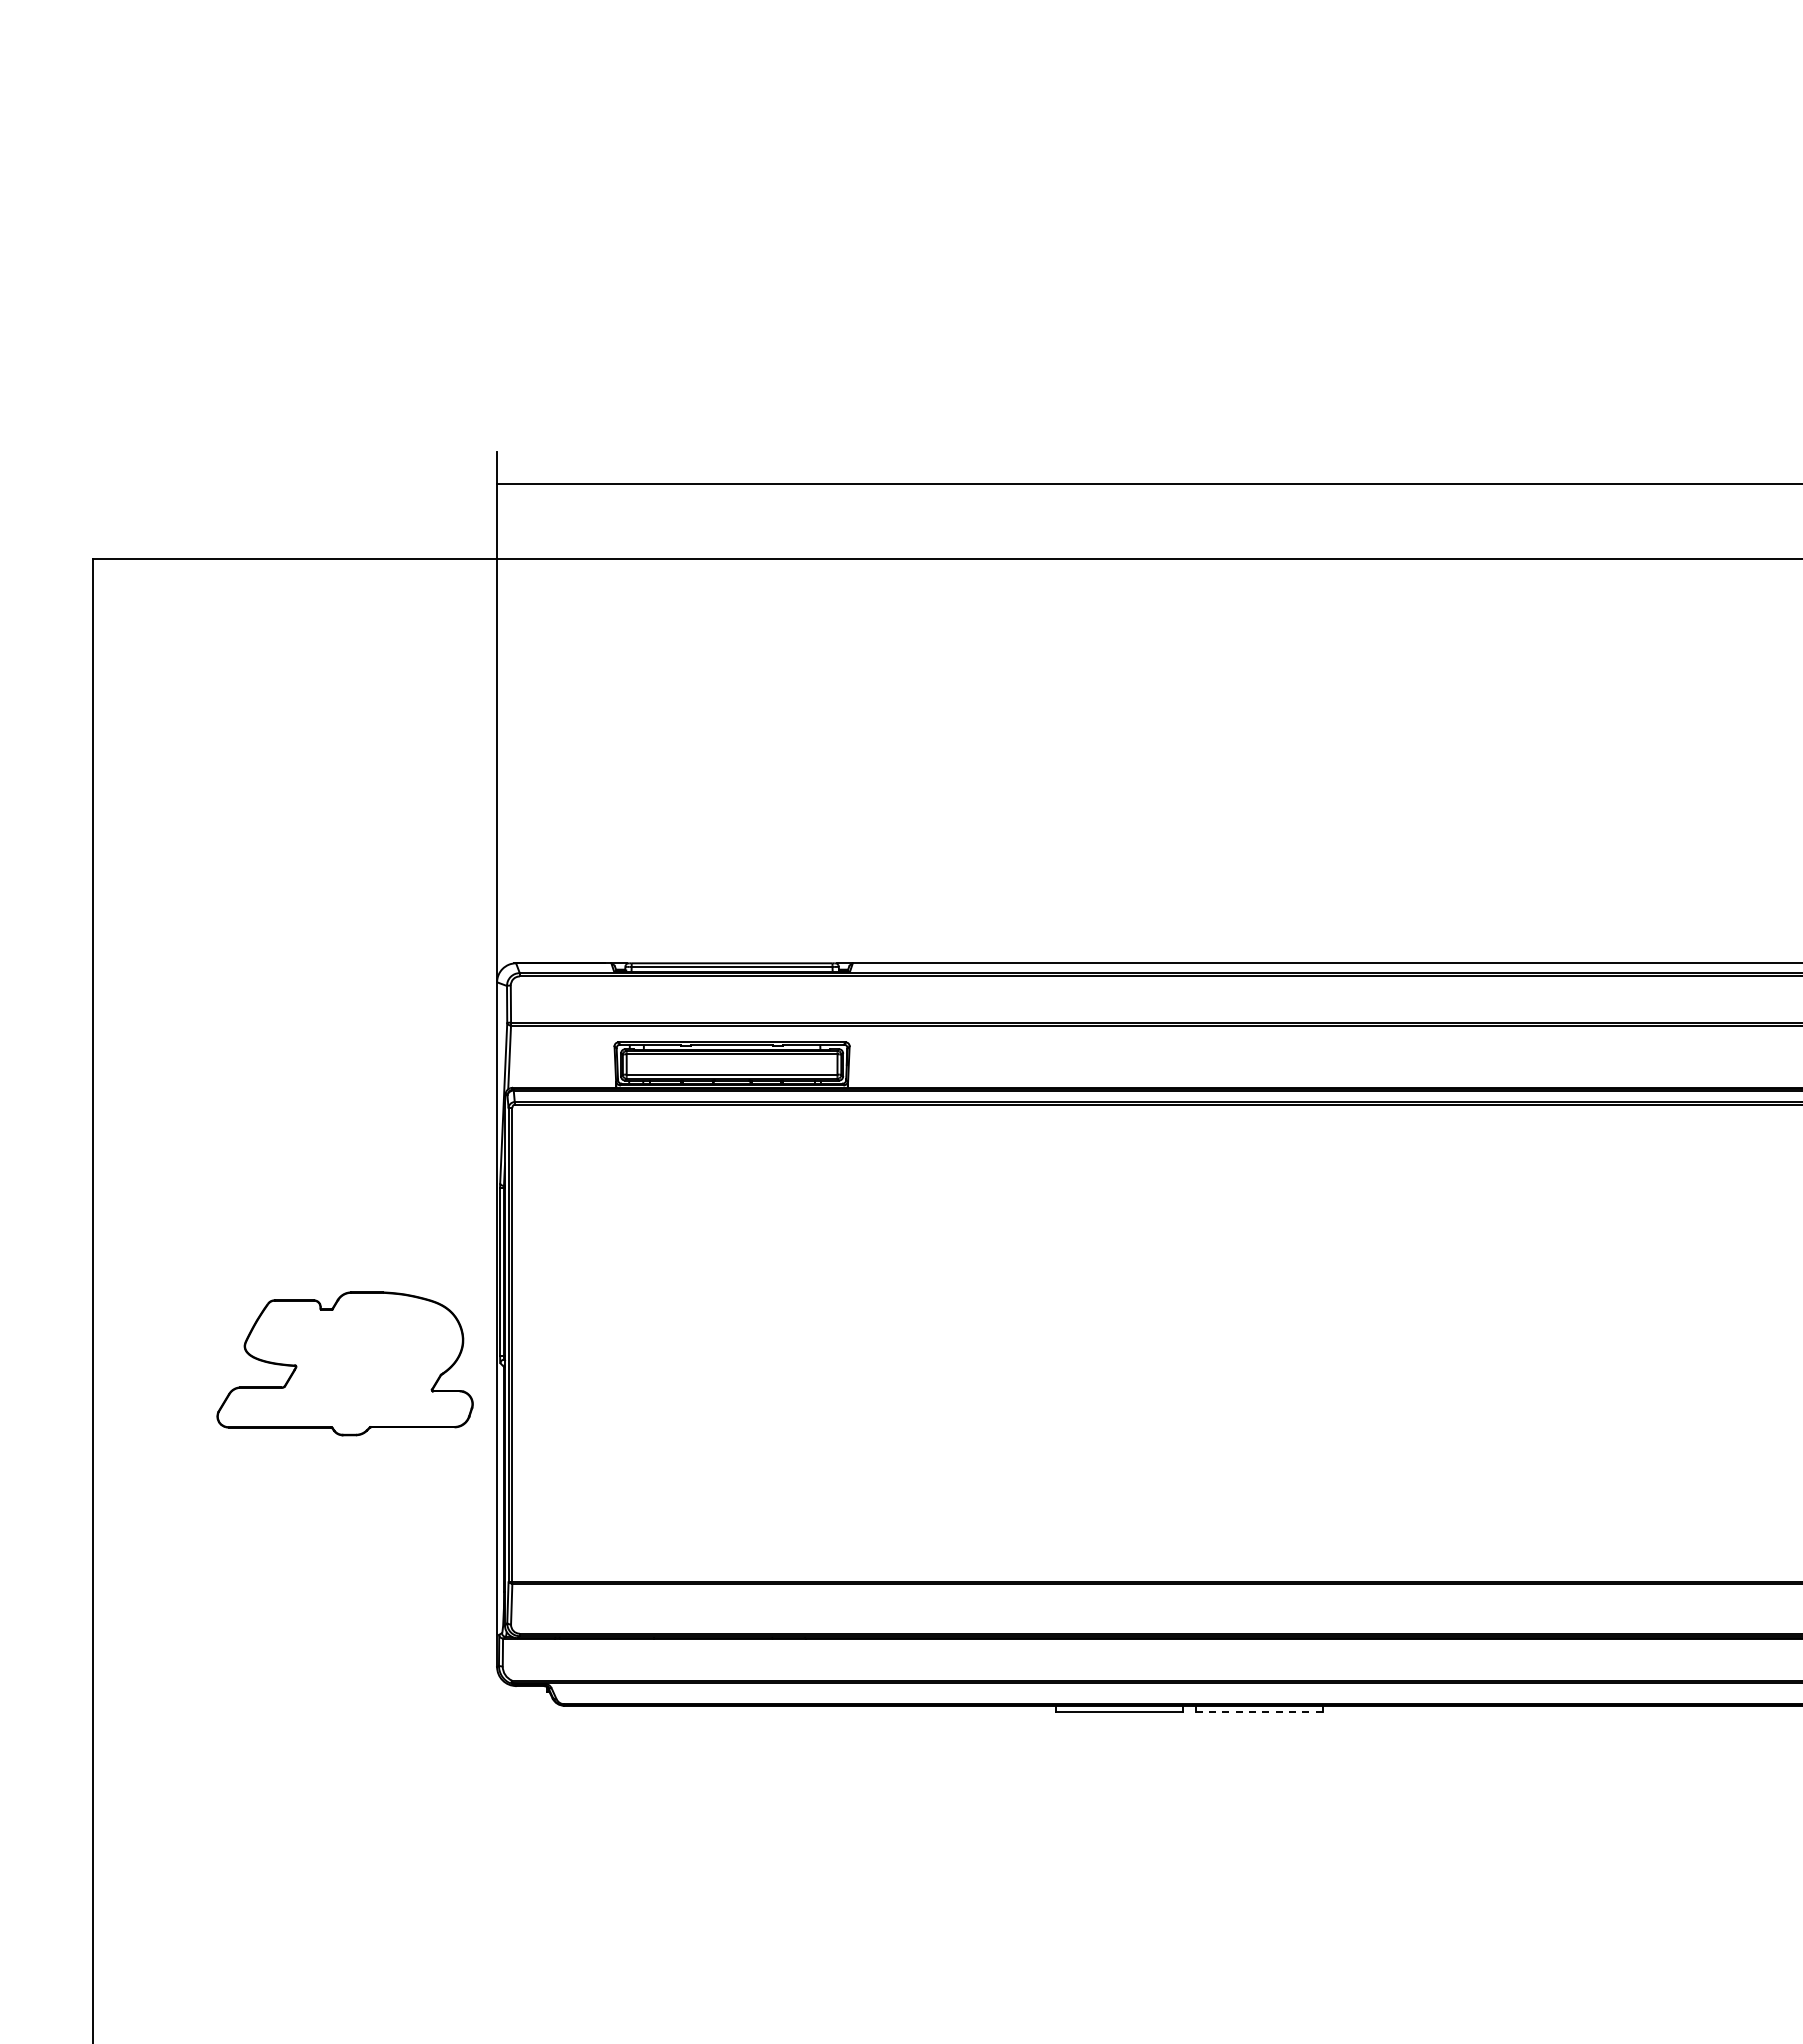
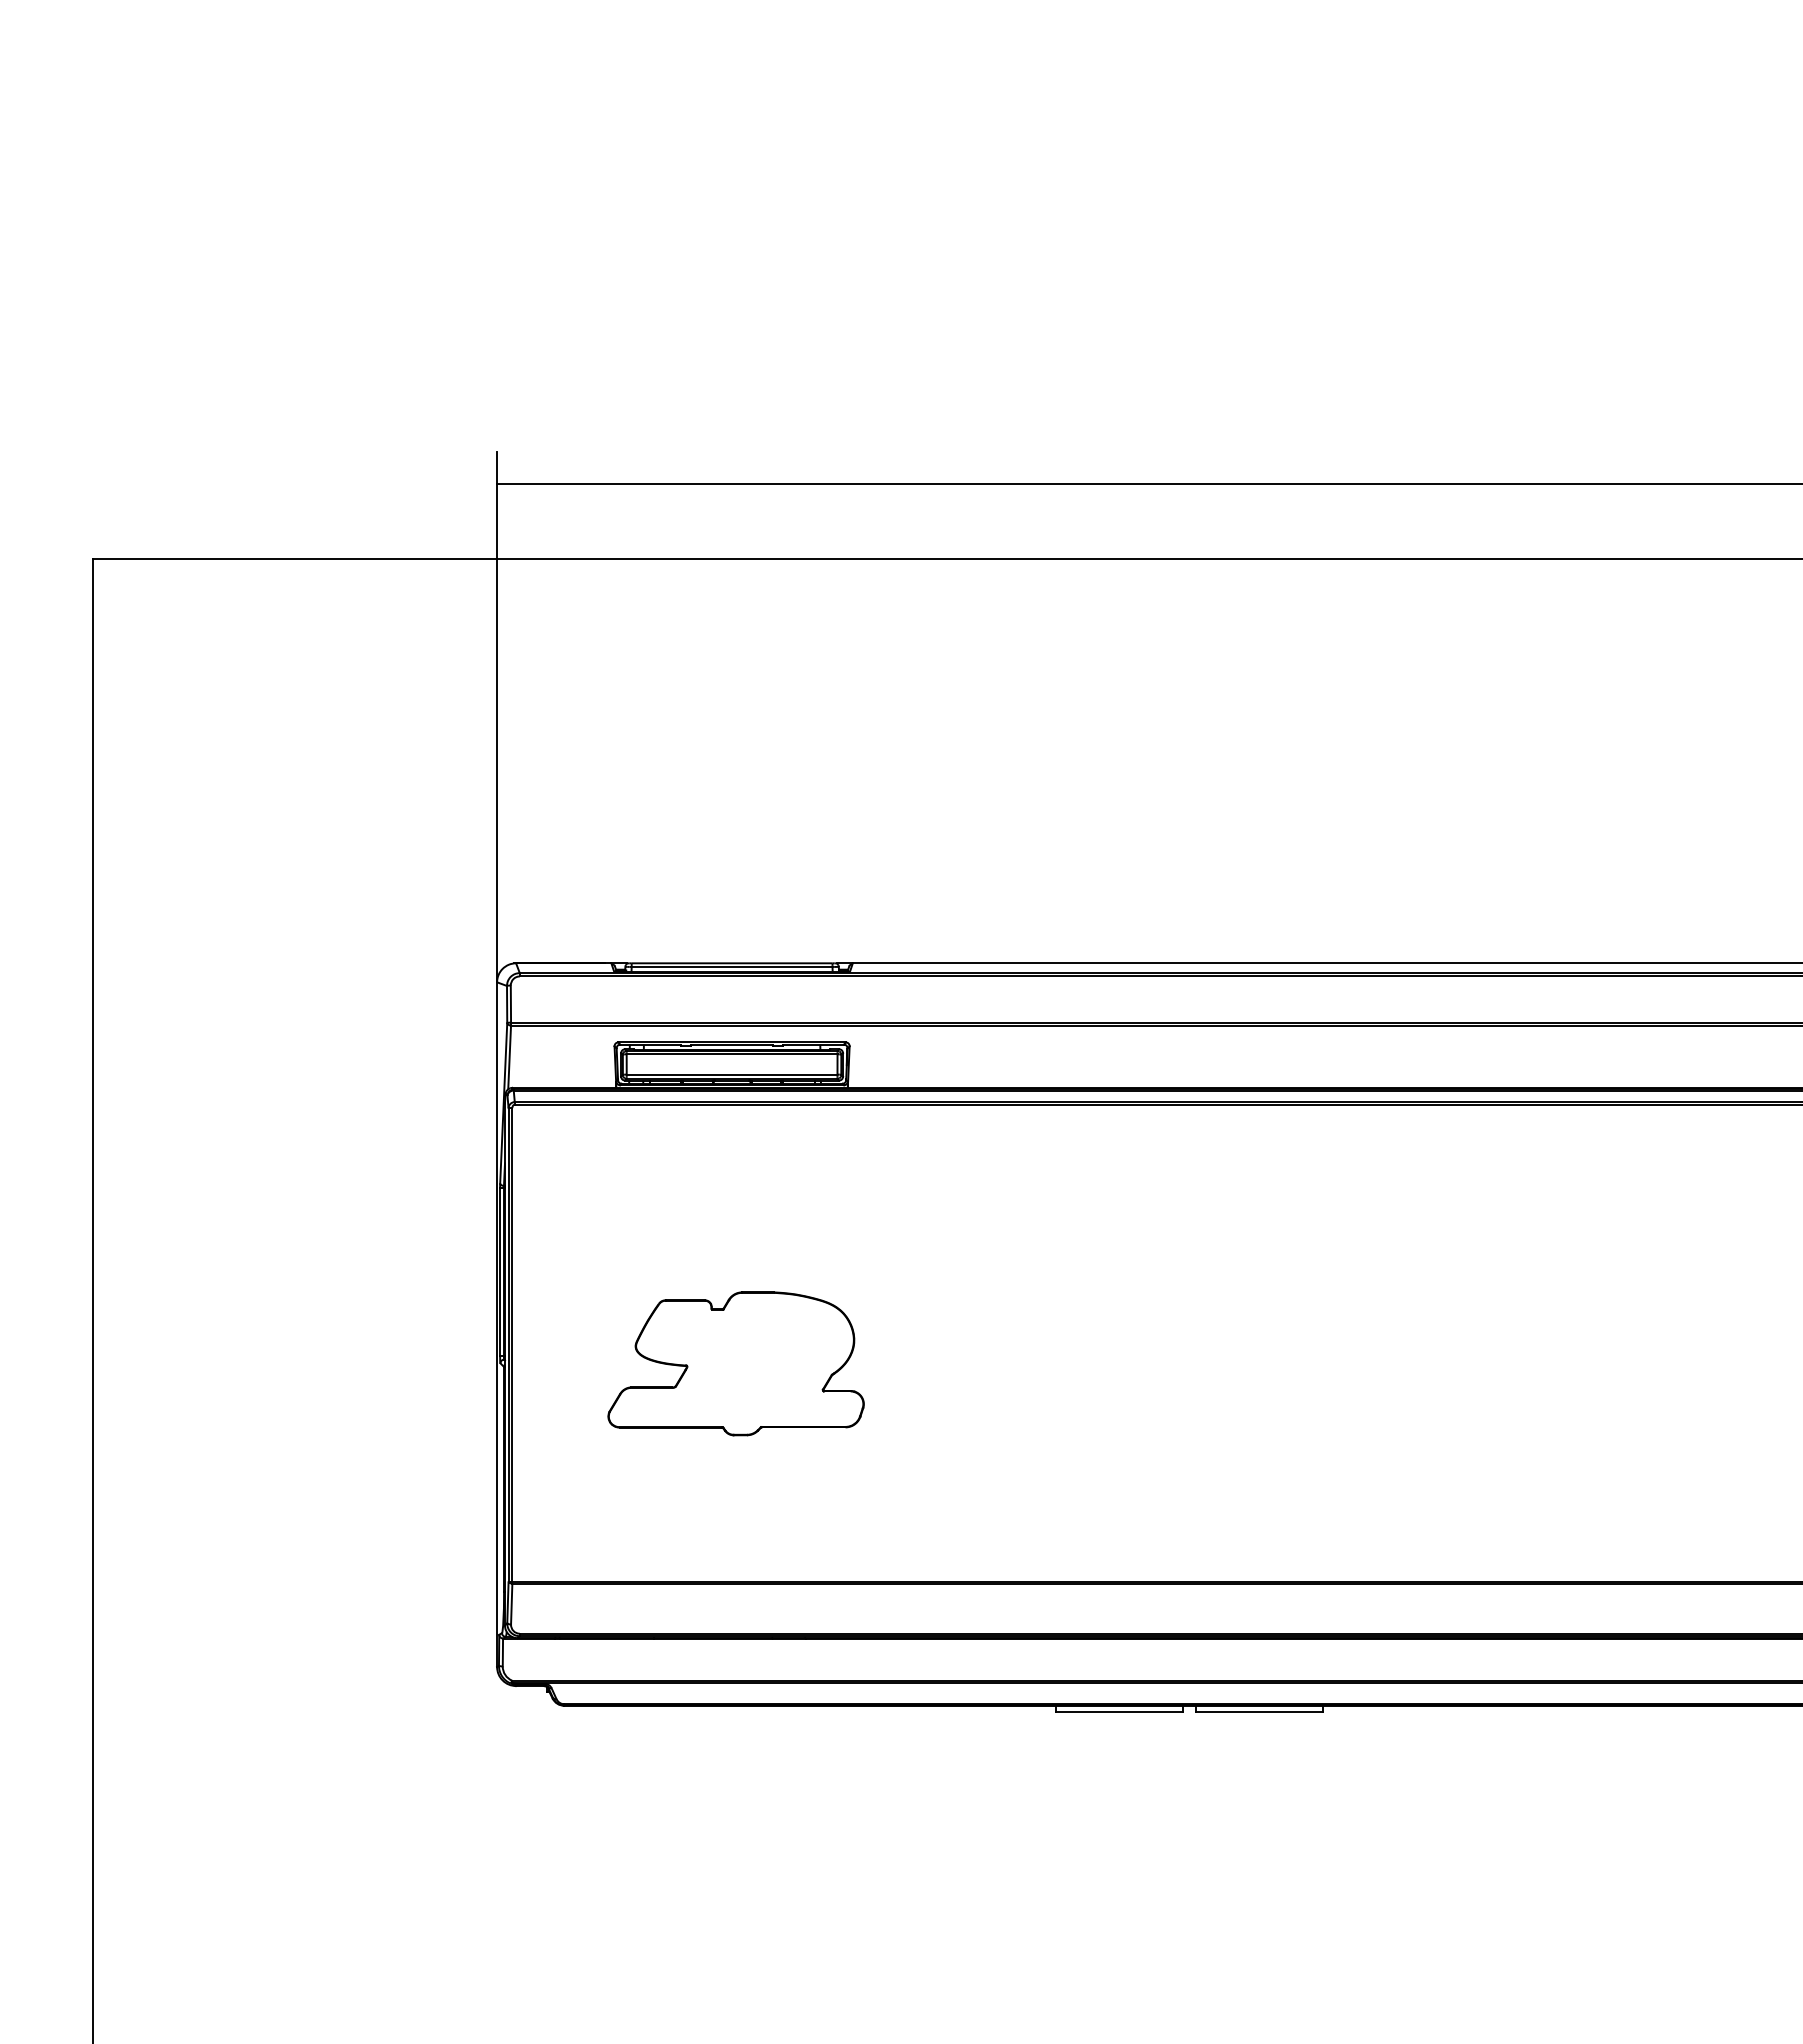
part at (344, 1363) position: (344, 1363) -> (735, 1363)
line at (1259, 1712): dashed -> solid
